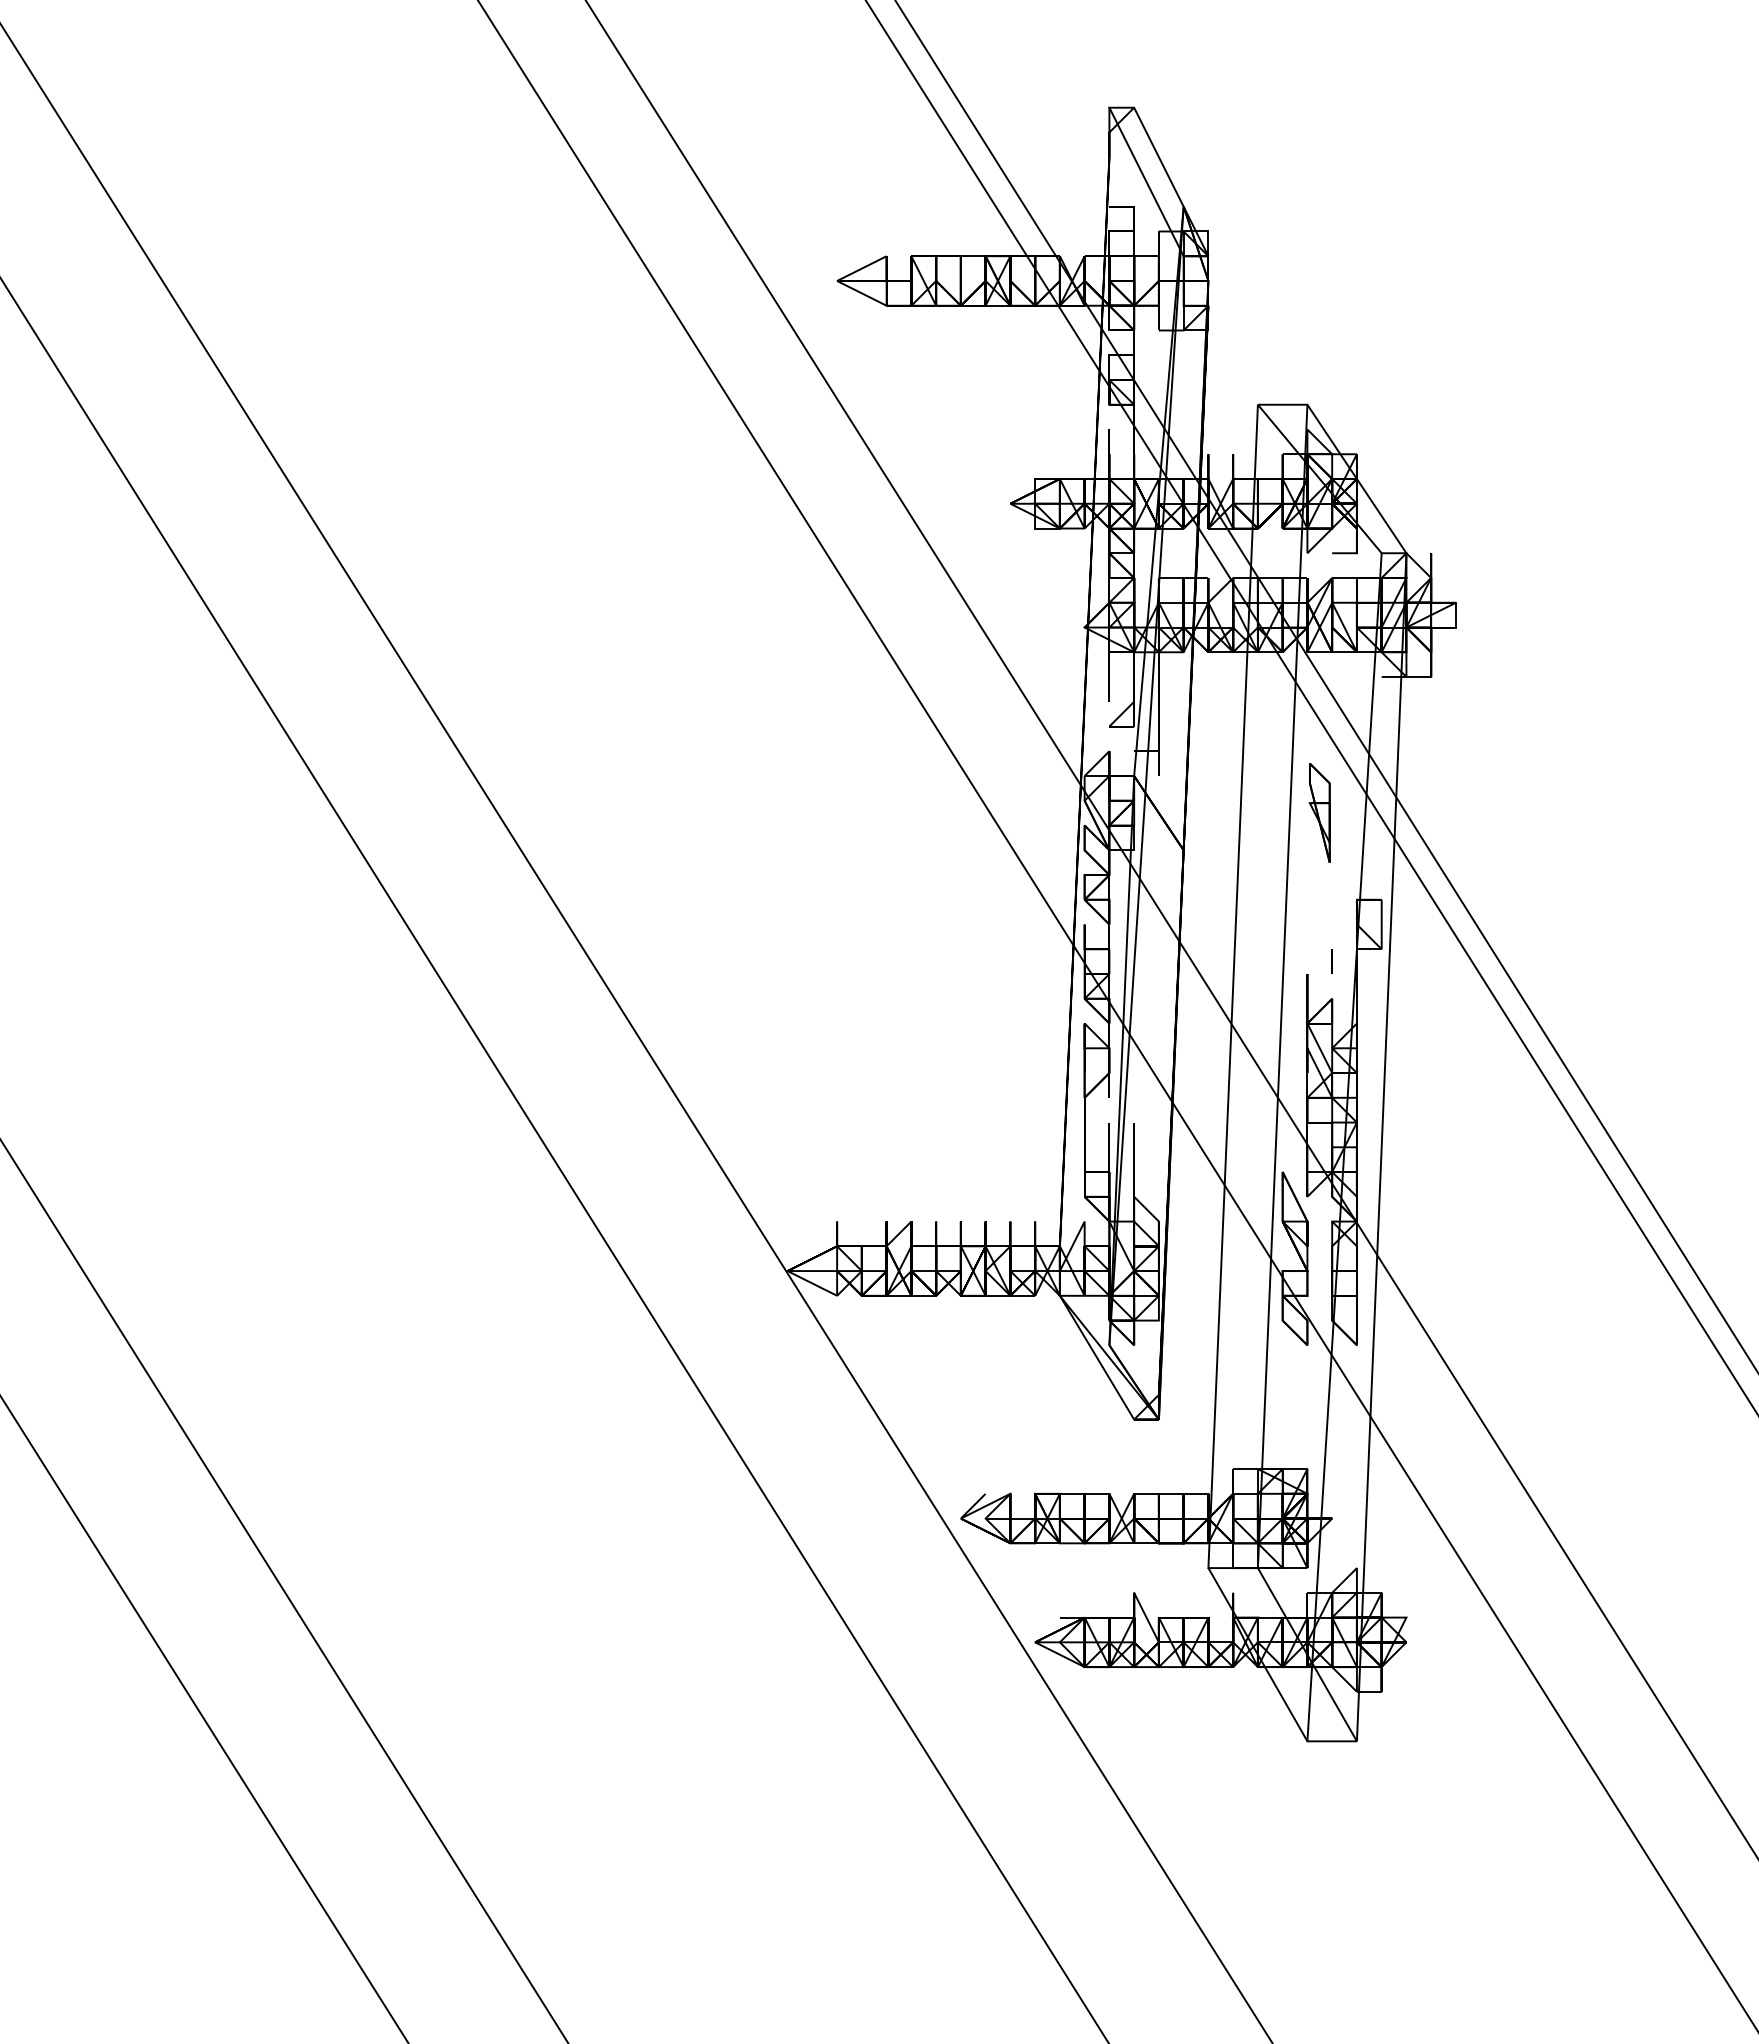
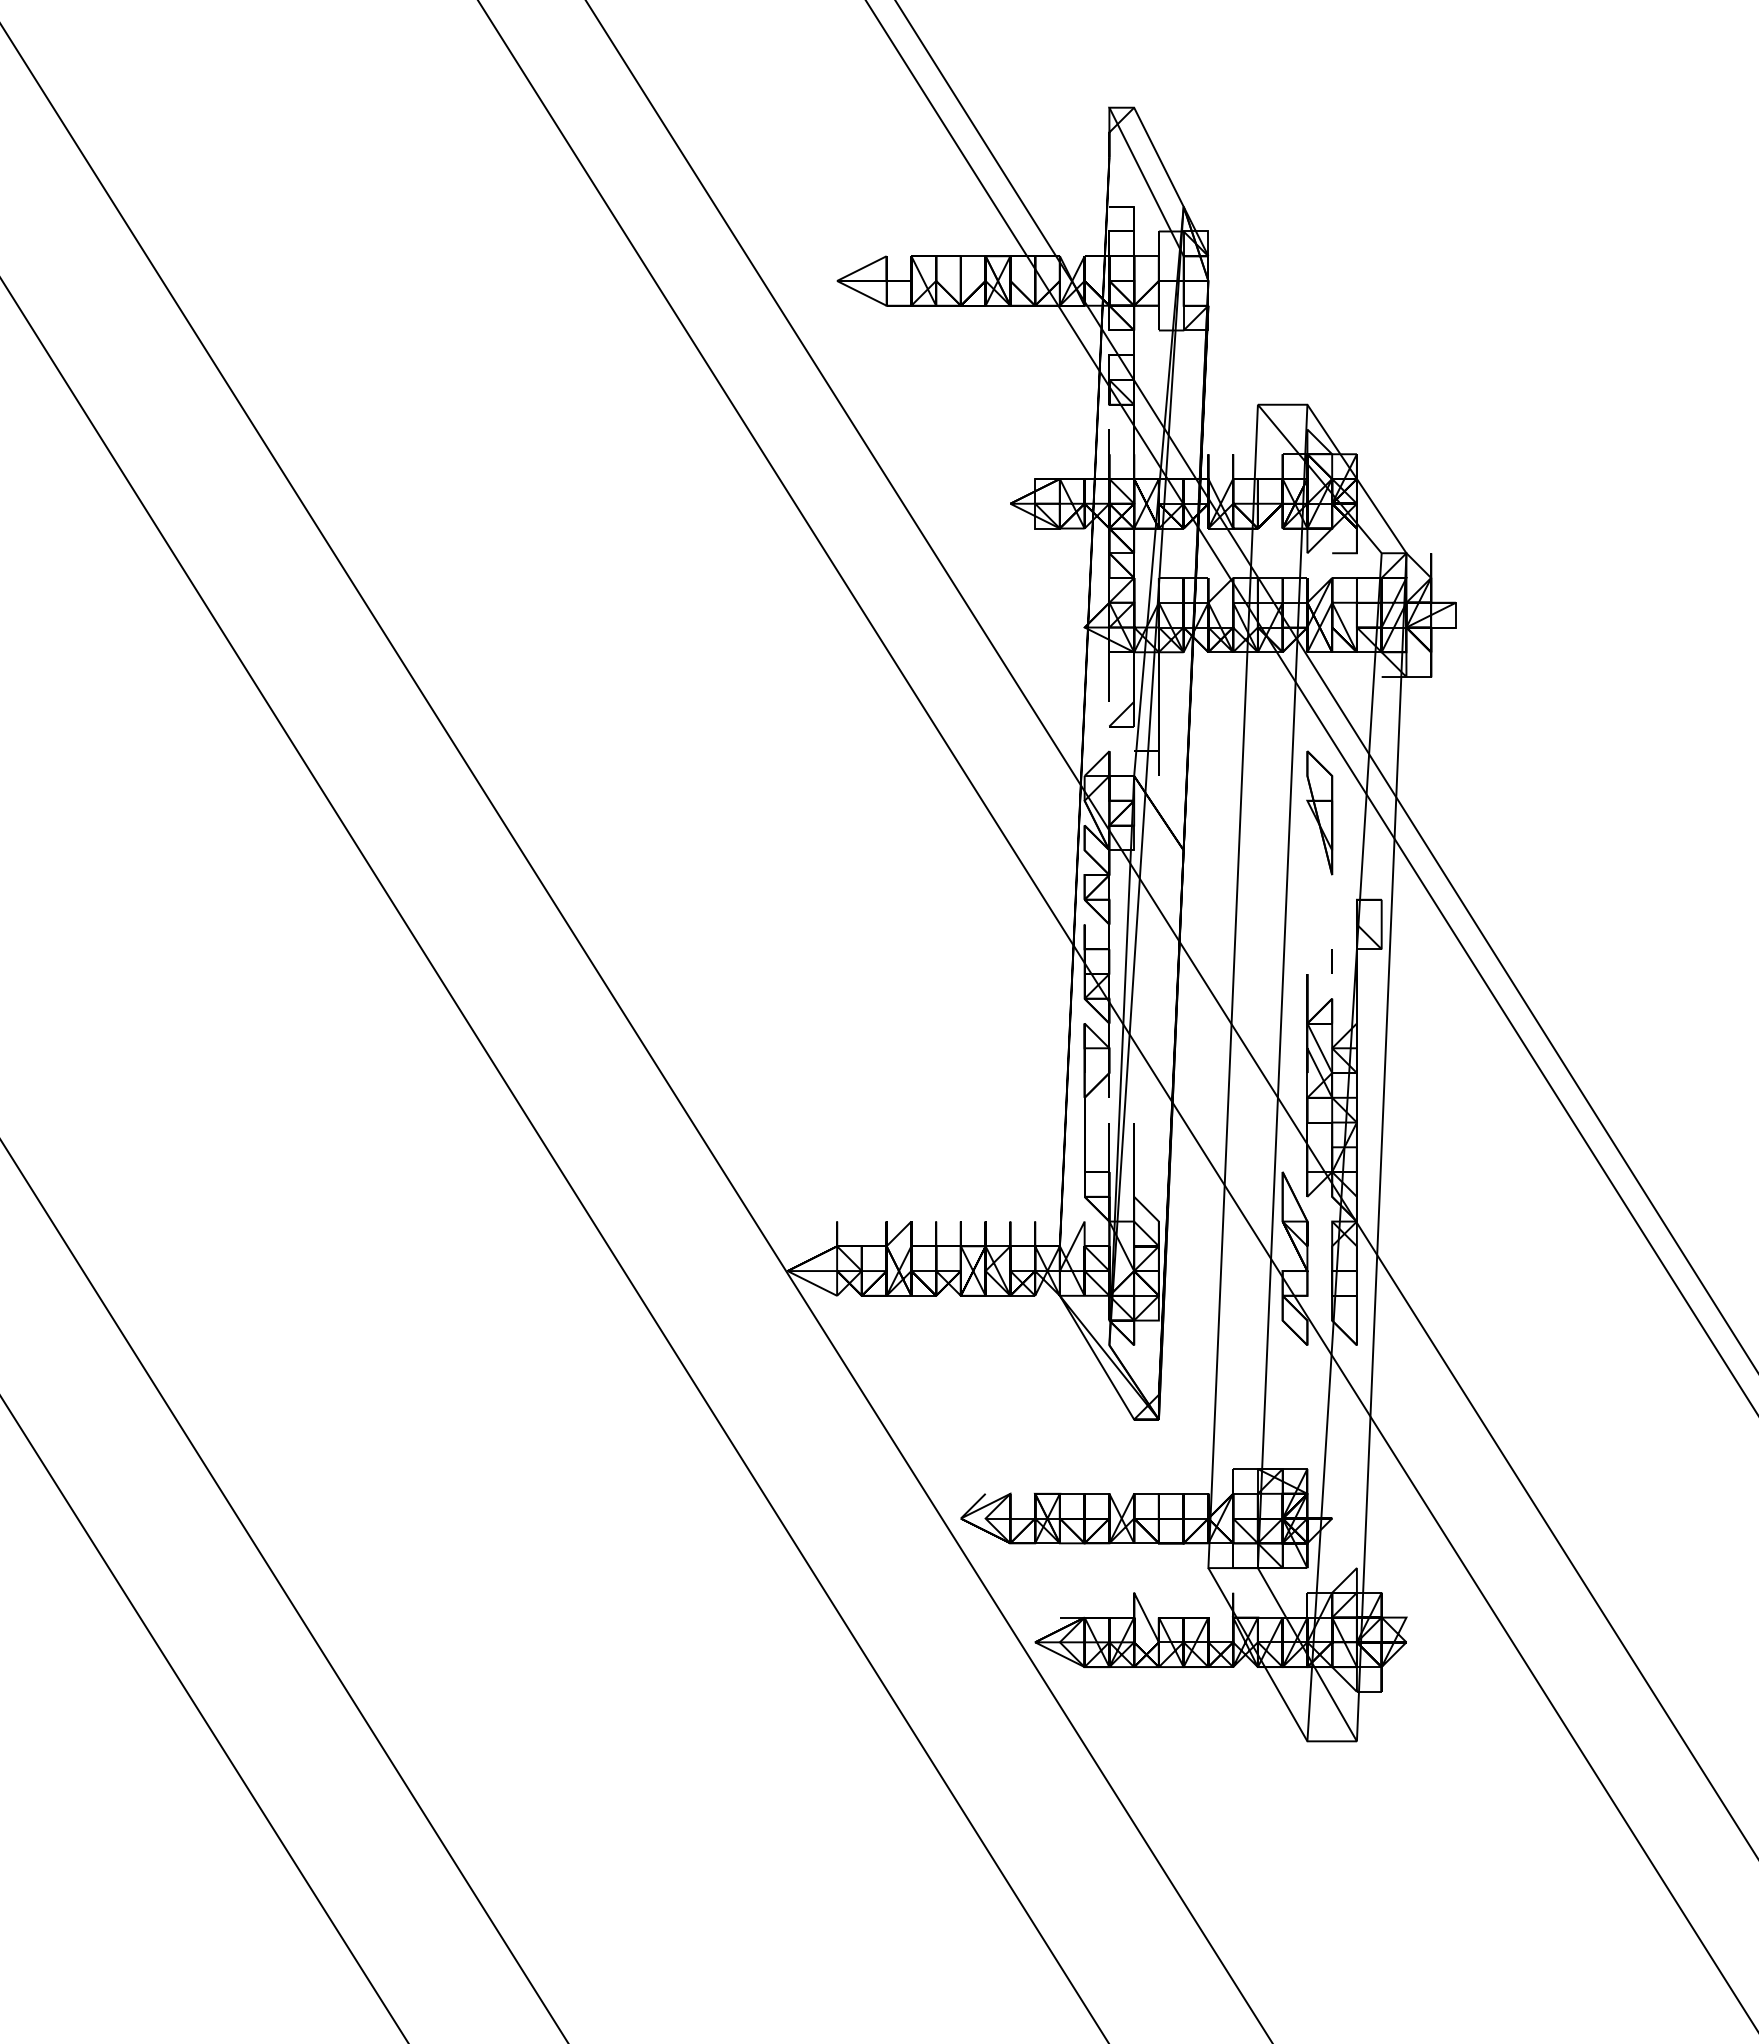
part at (1319, 812) size: 23x100 px -> 28x126 px
